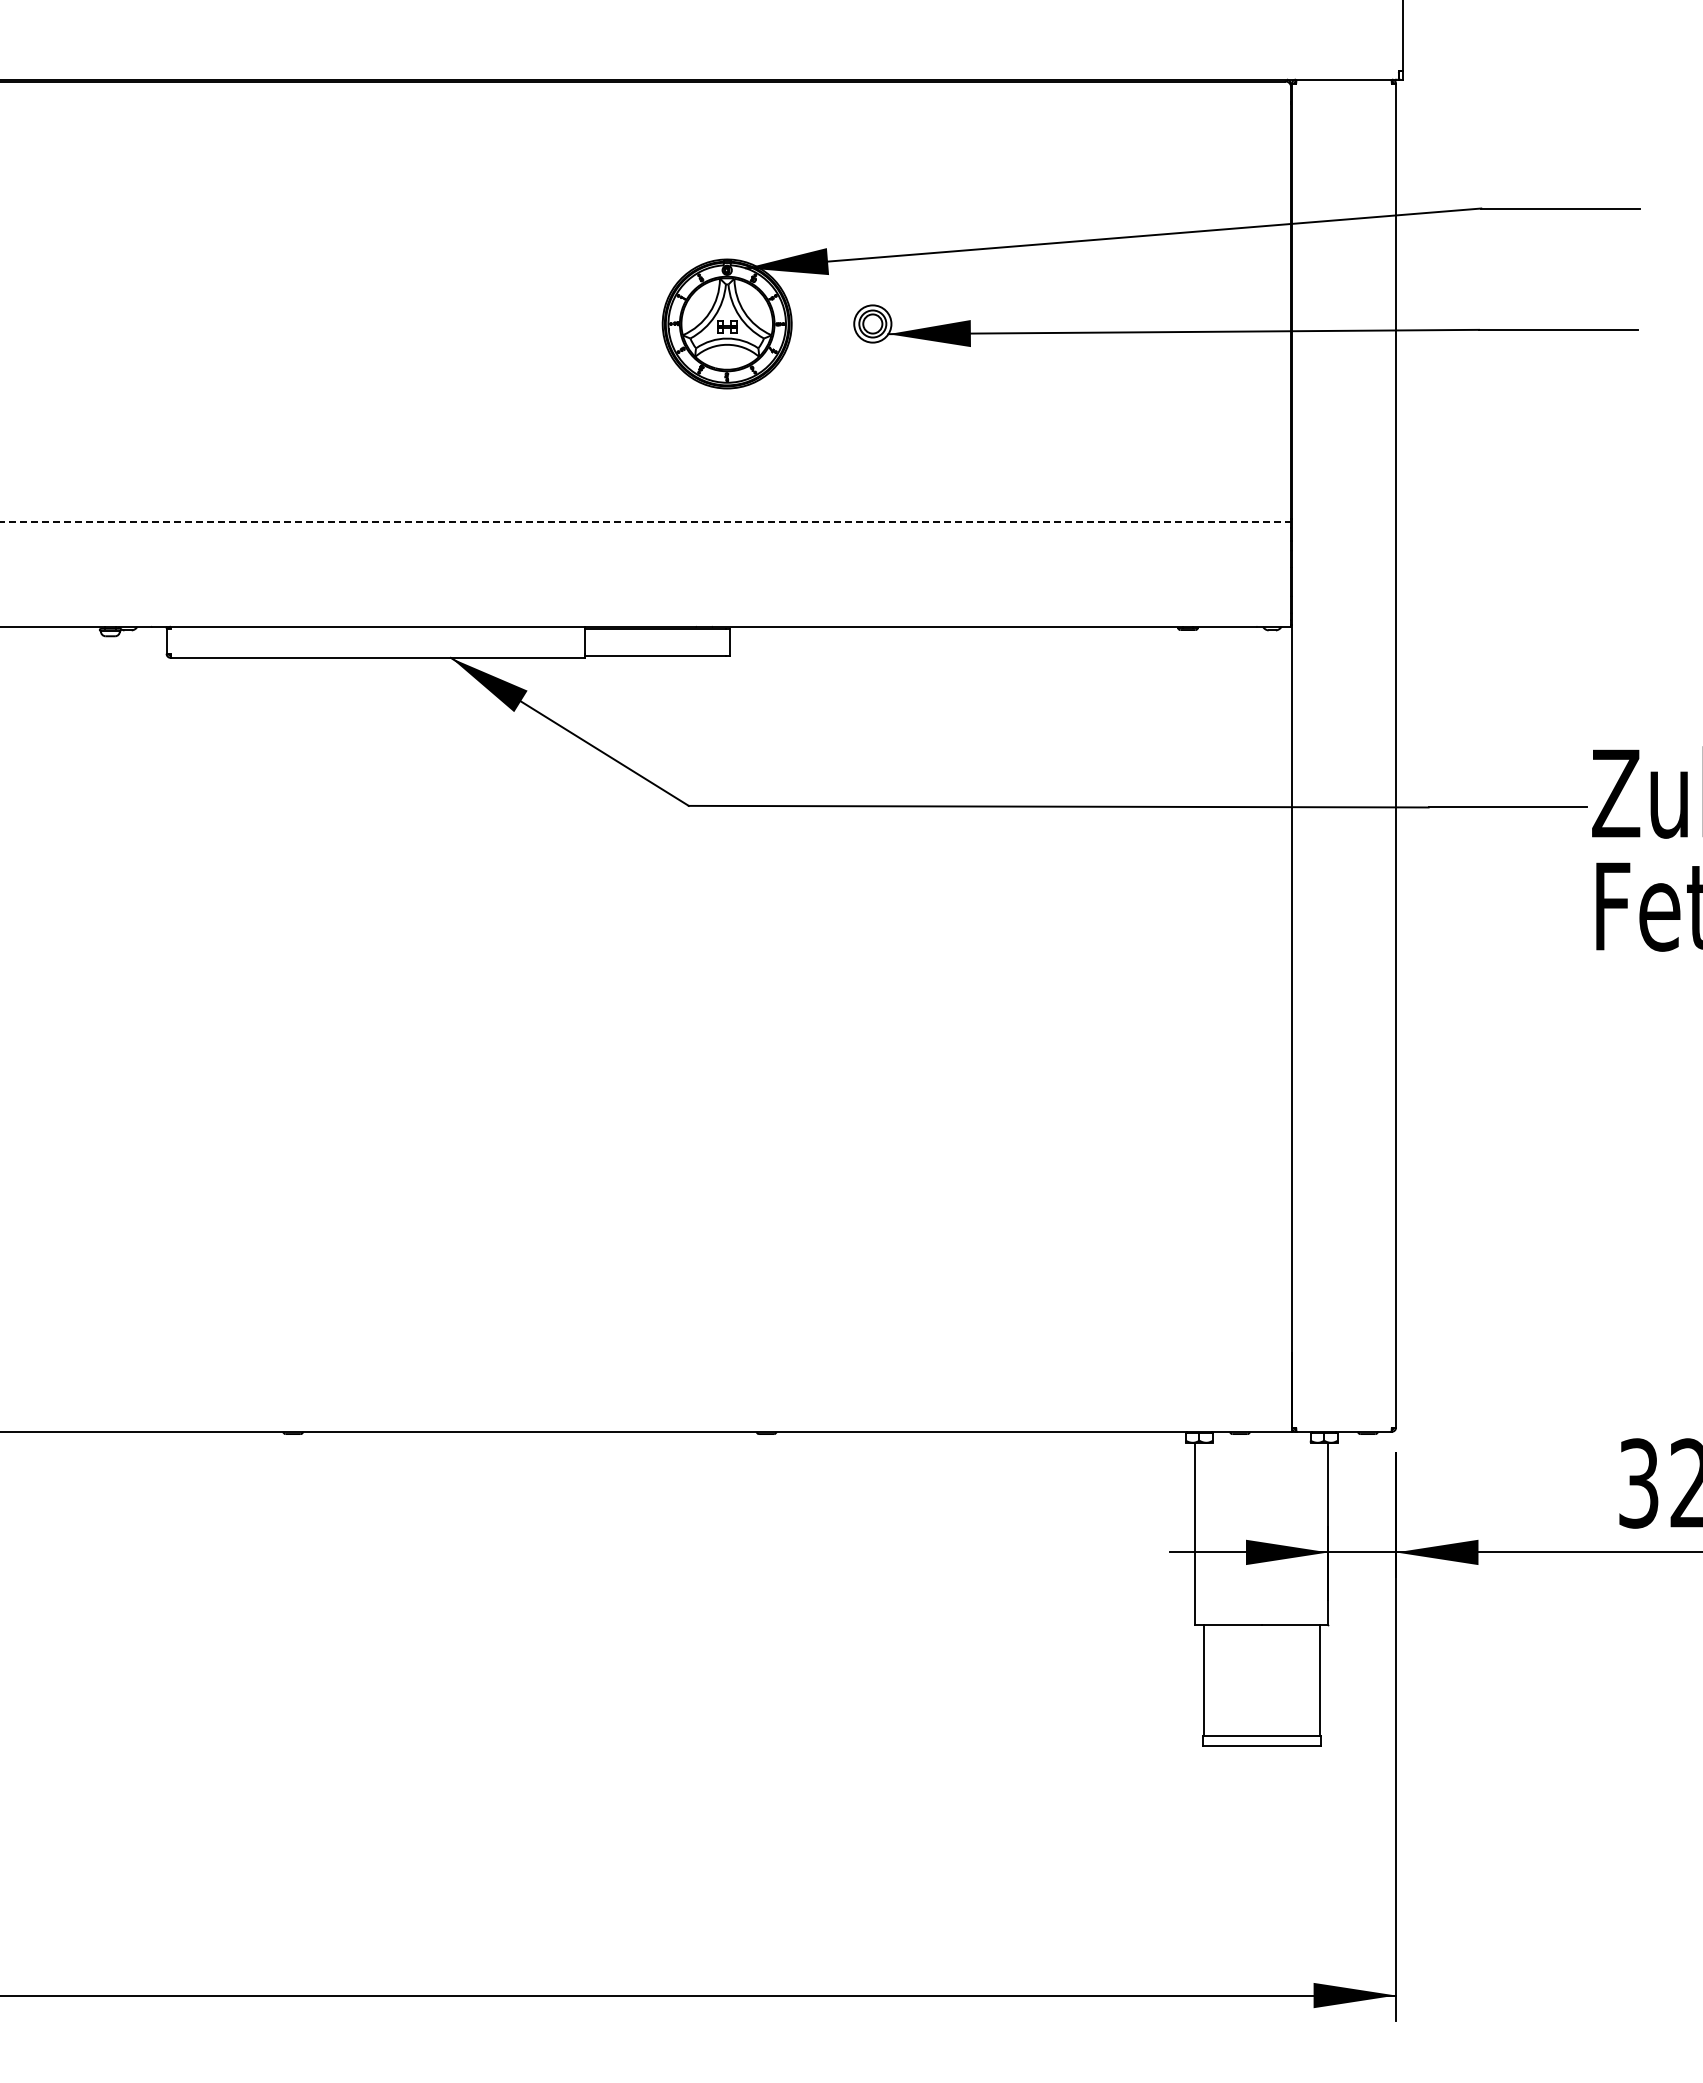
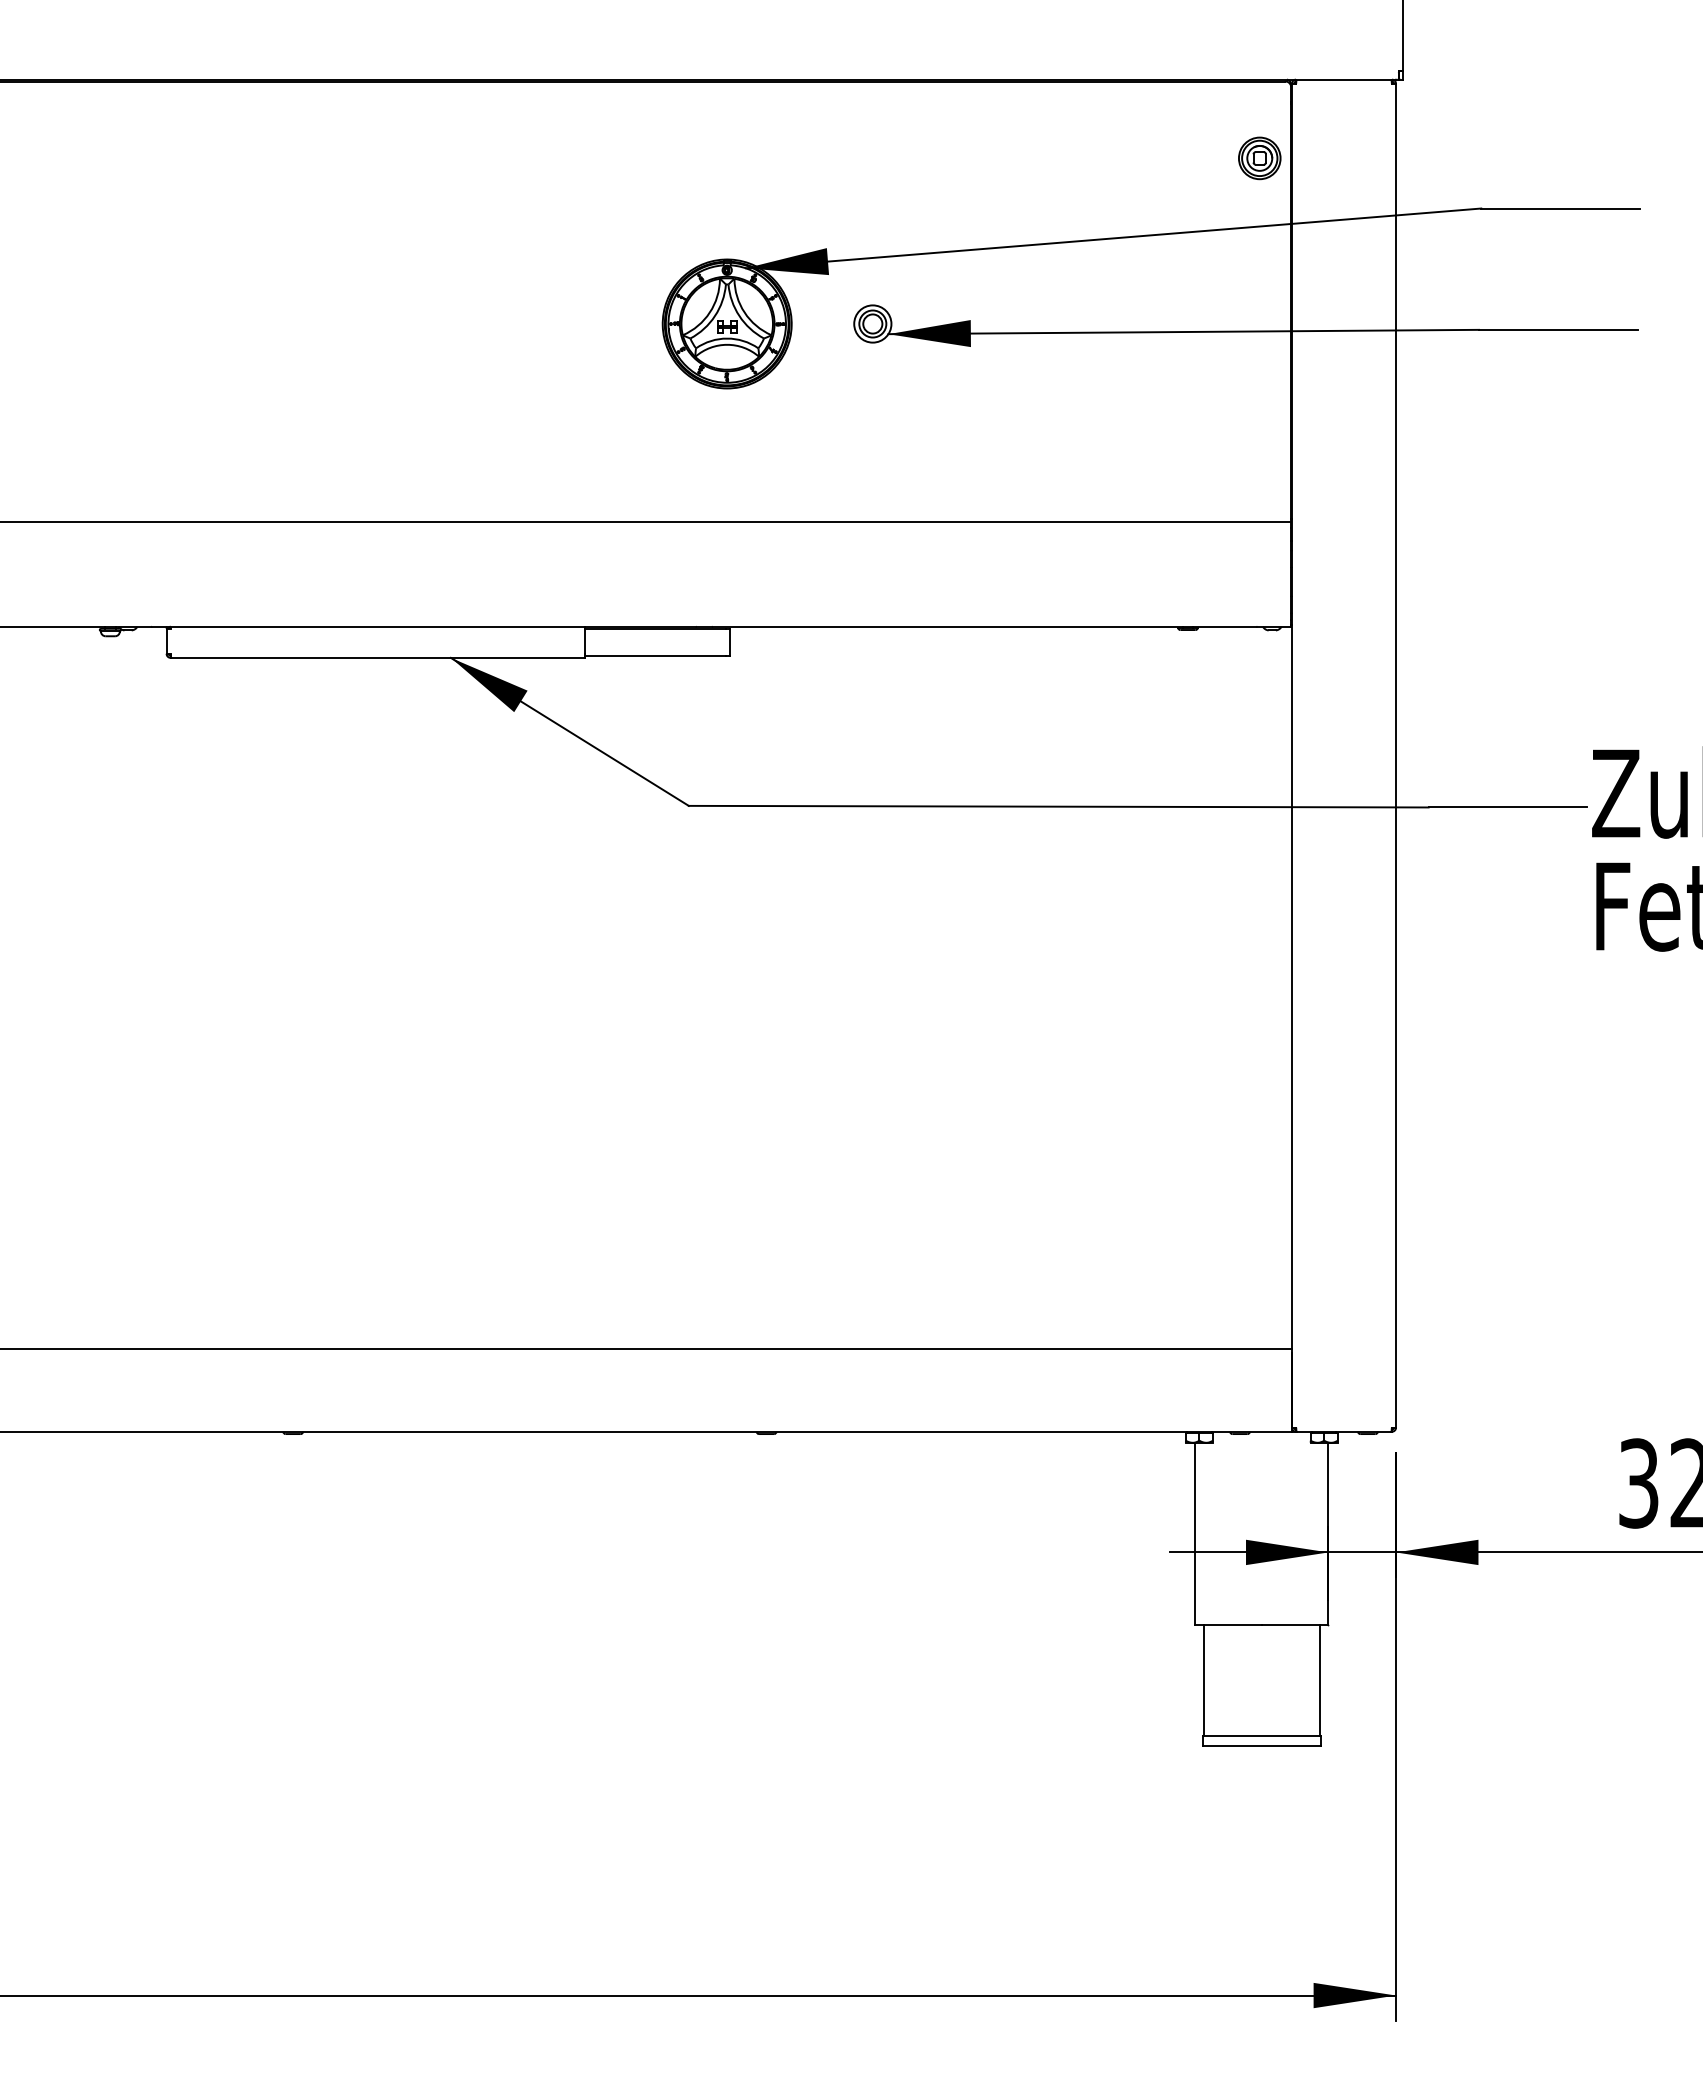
part at (1259, 158): none -> present
line at (646, 521): dashed -> solid
line at (647, 1348): none -> present
